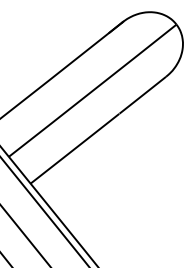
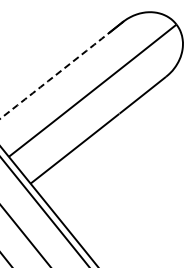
arc at (55, 75): solid -> dashed
